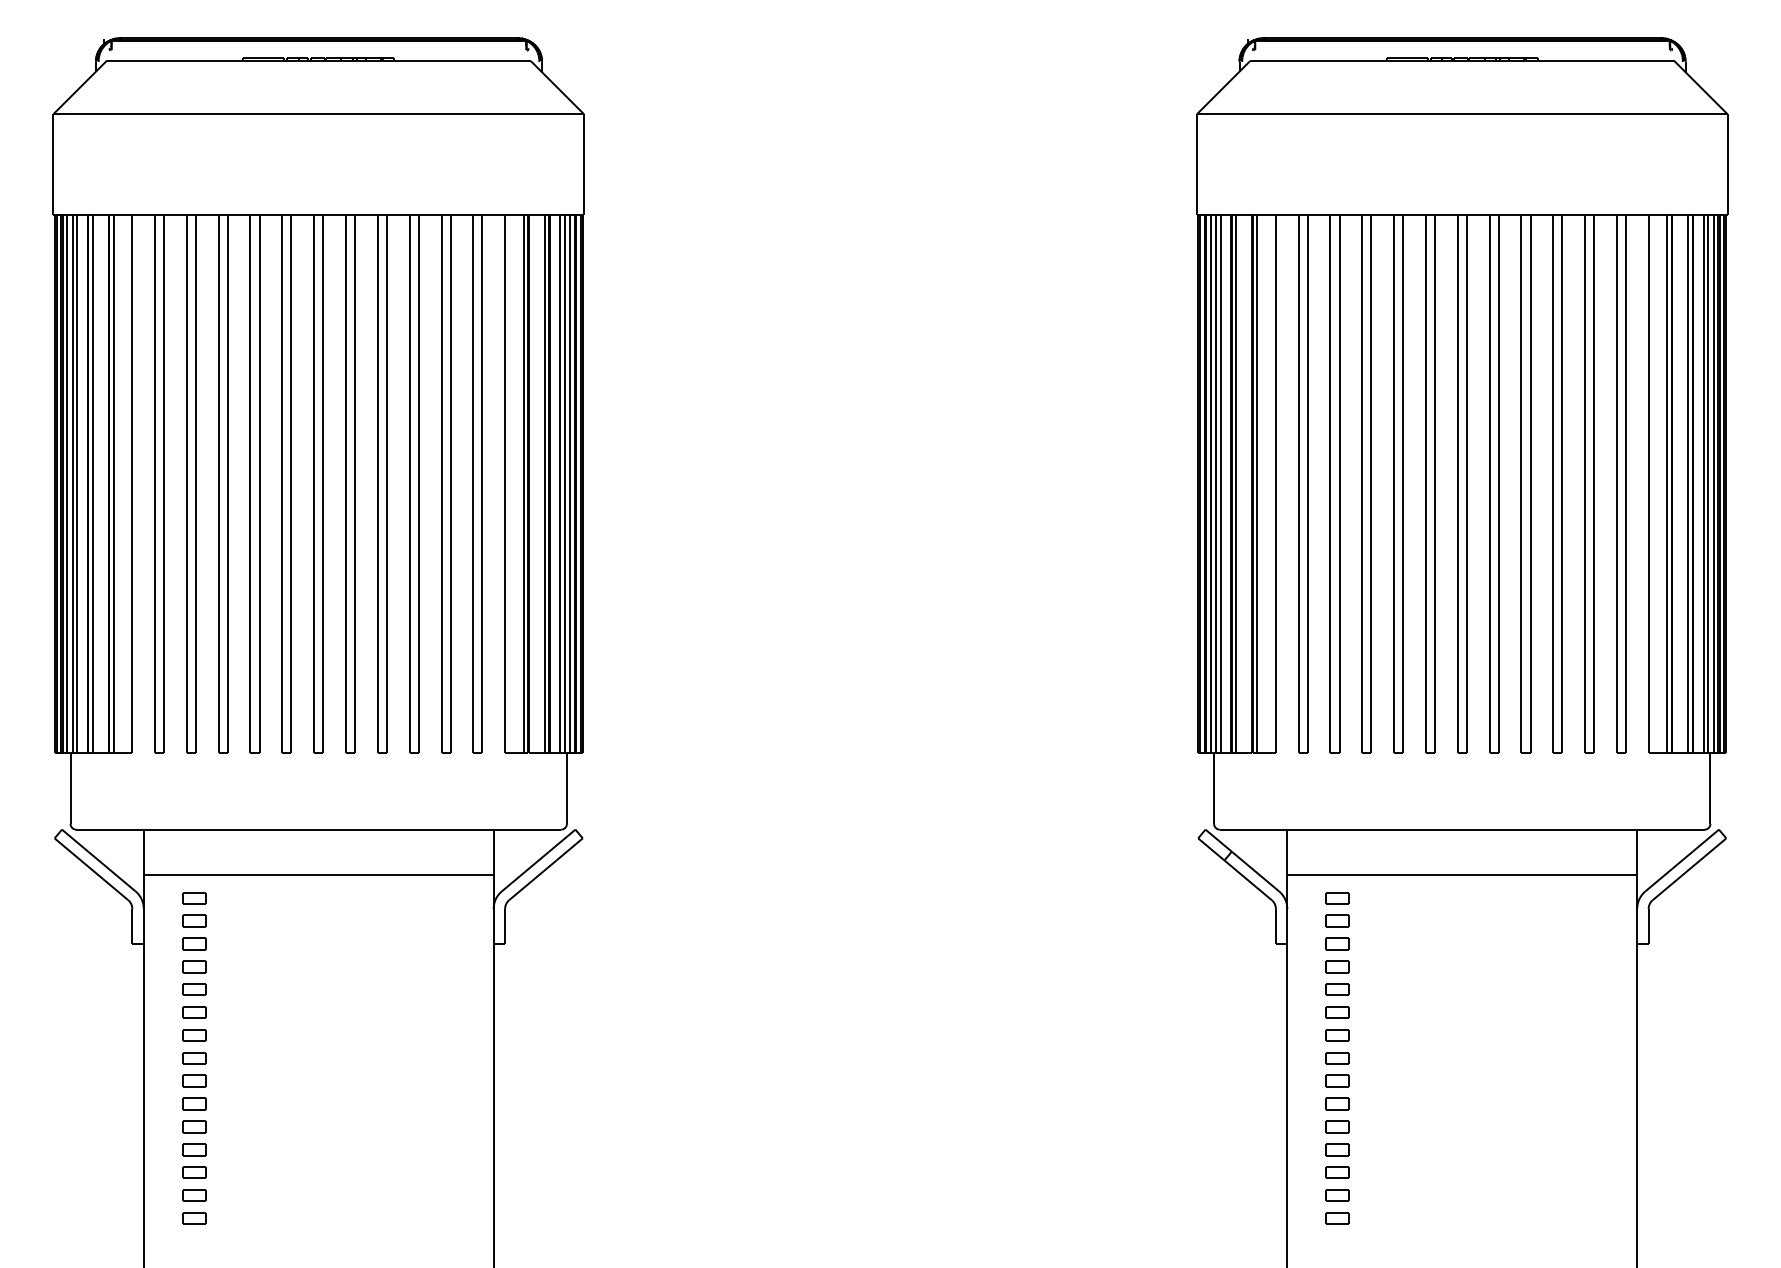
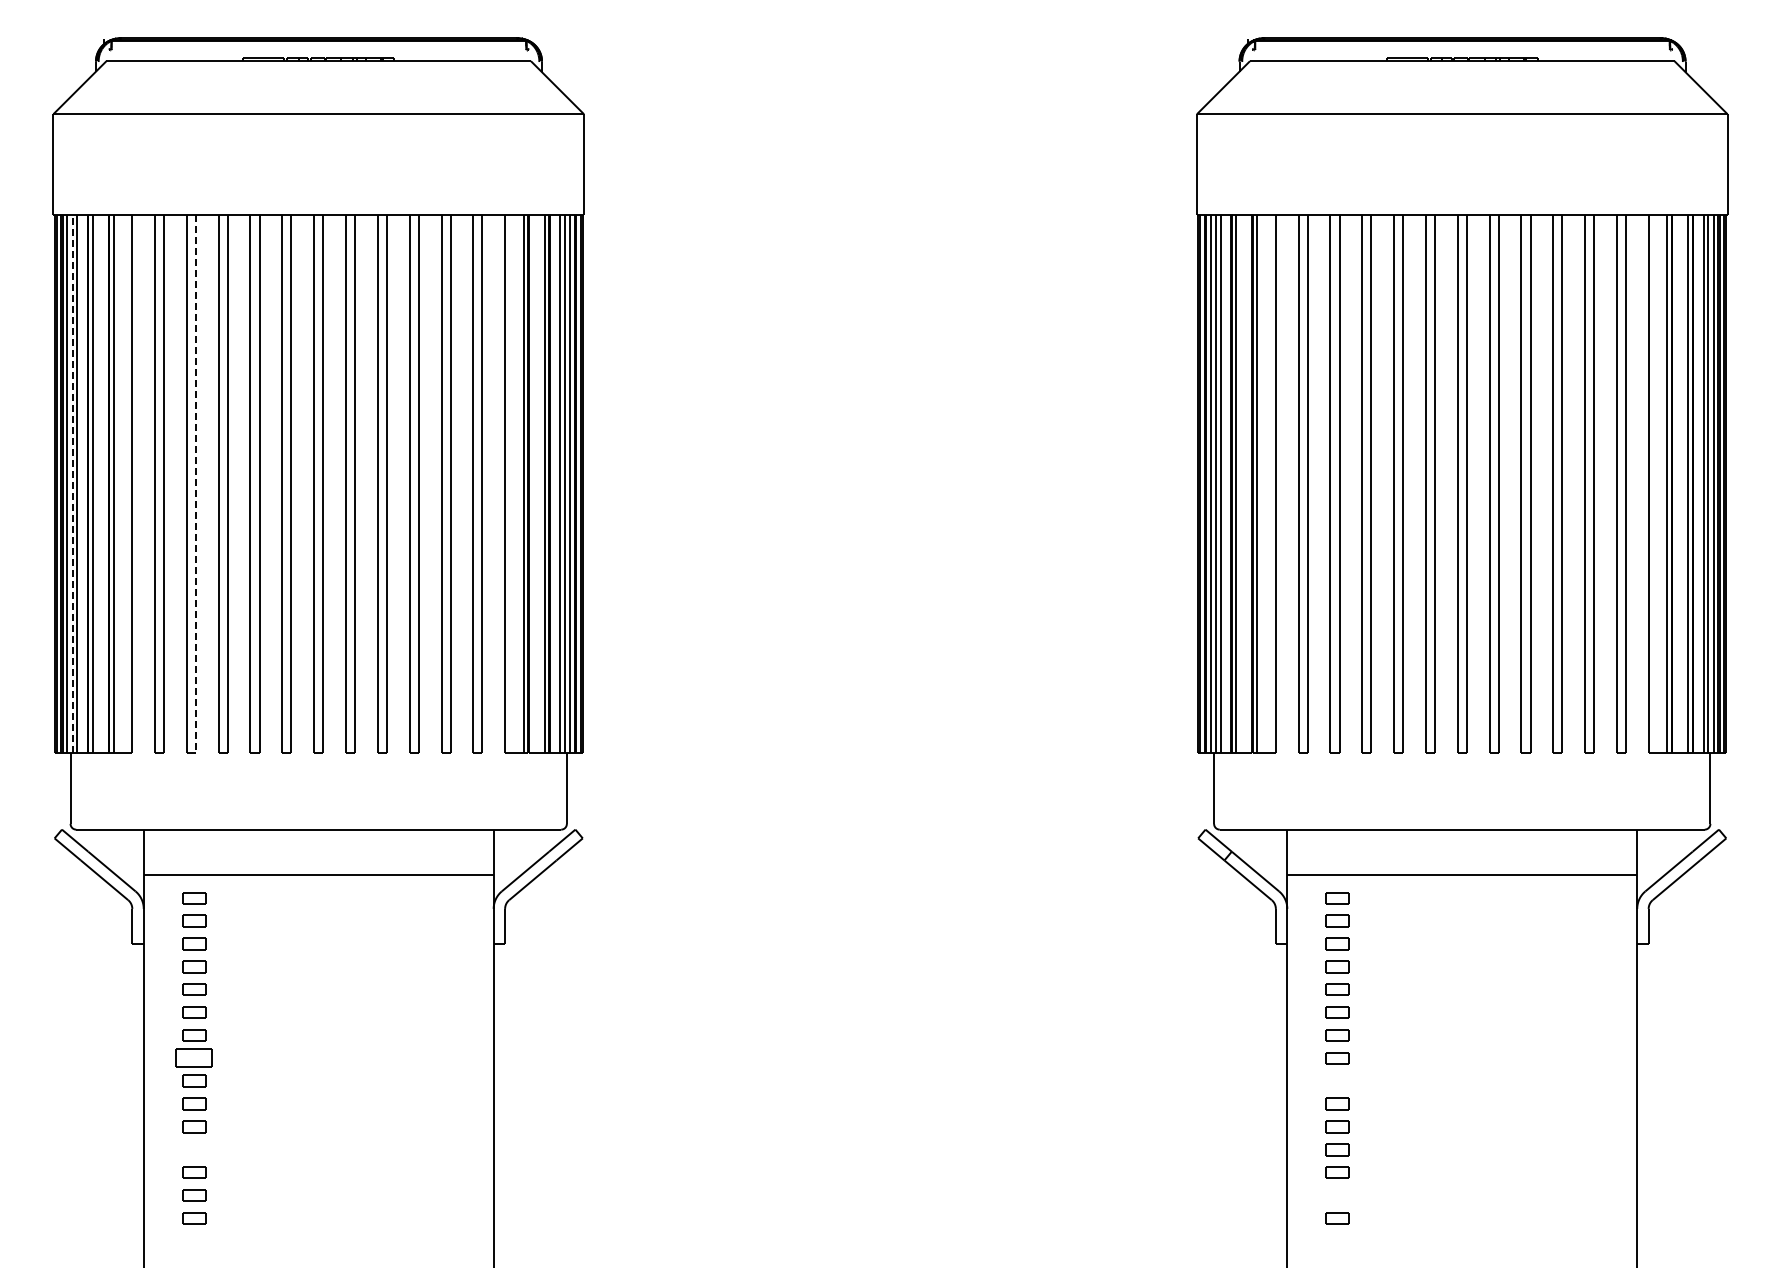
line at (72, 483): solid -> dashed
line at (195, 483): solid -> dashed
part at (194, 1058) size: 25x13 px -> 38x20 px
part at (1337, 1080): present -> none
part at (194, 1149): present -> none
part at (1337, 1195): present -> none
